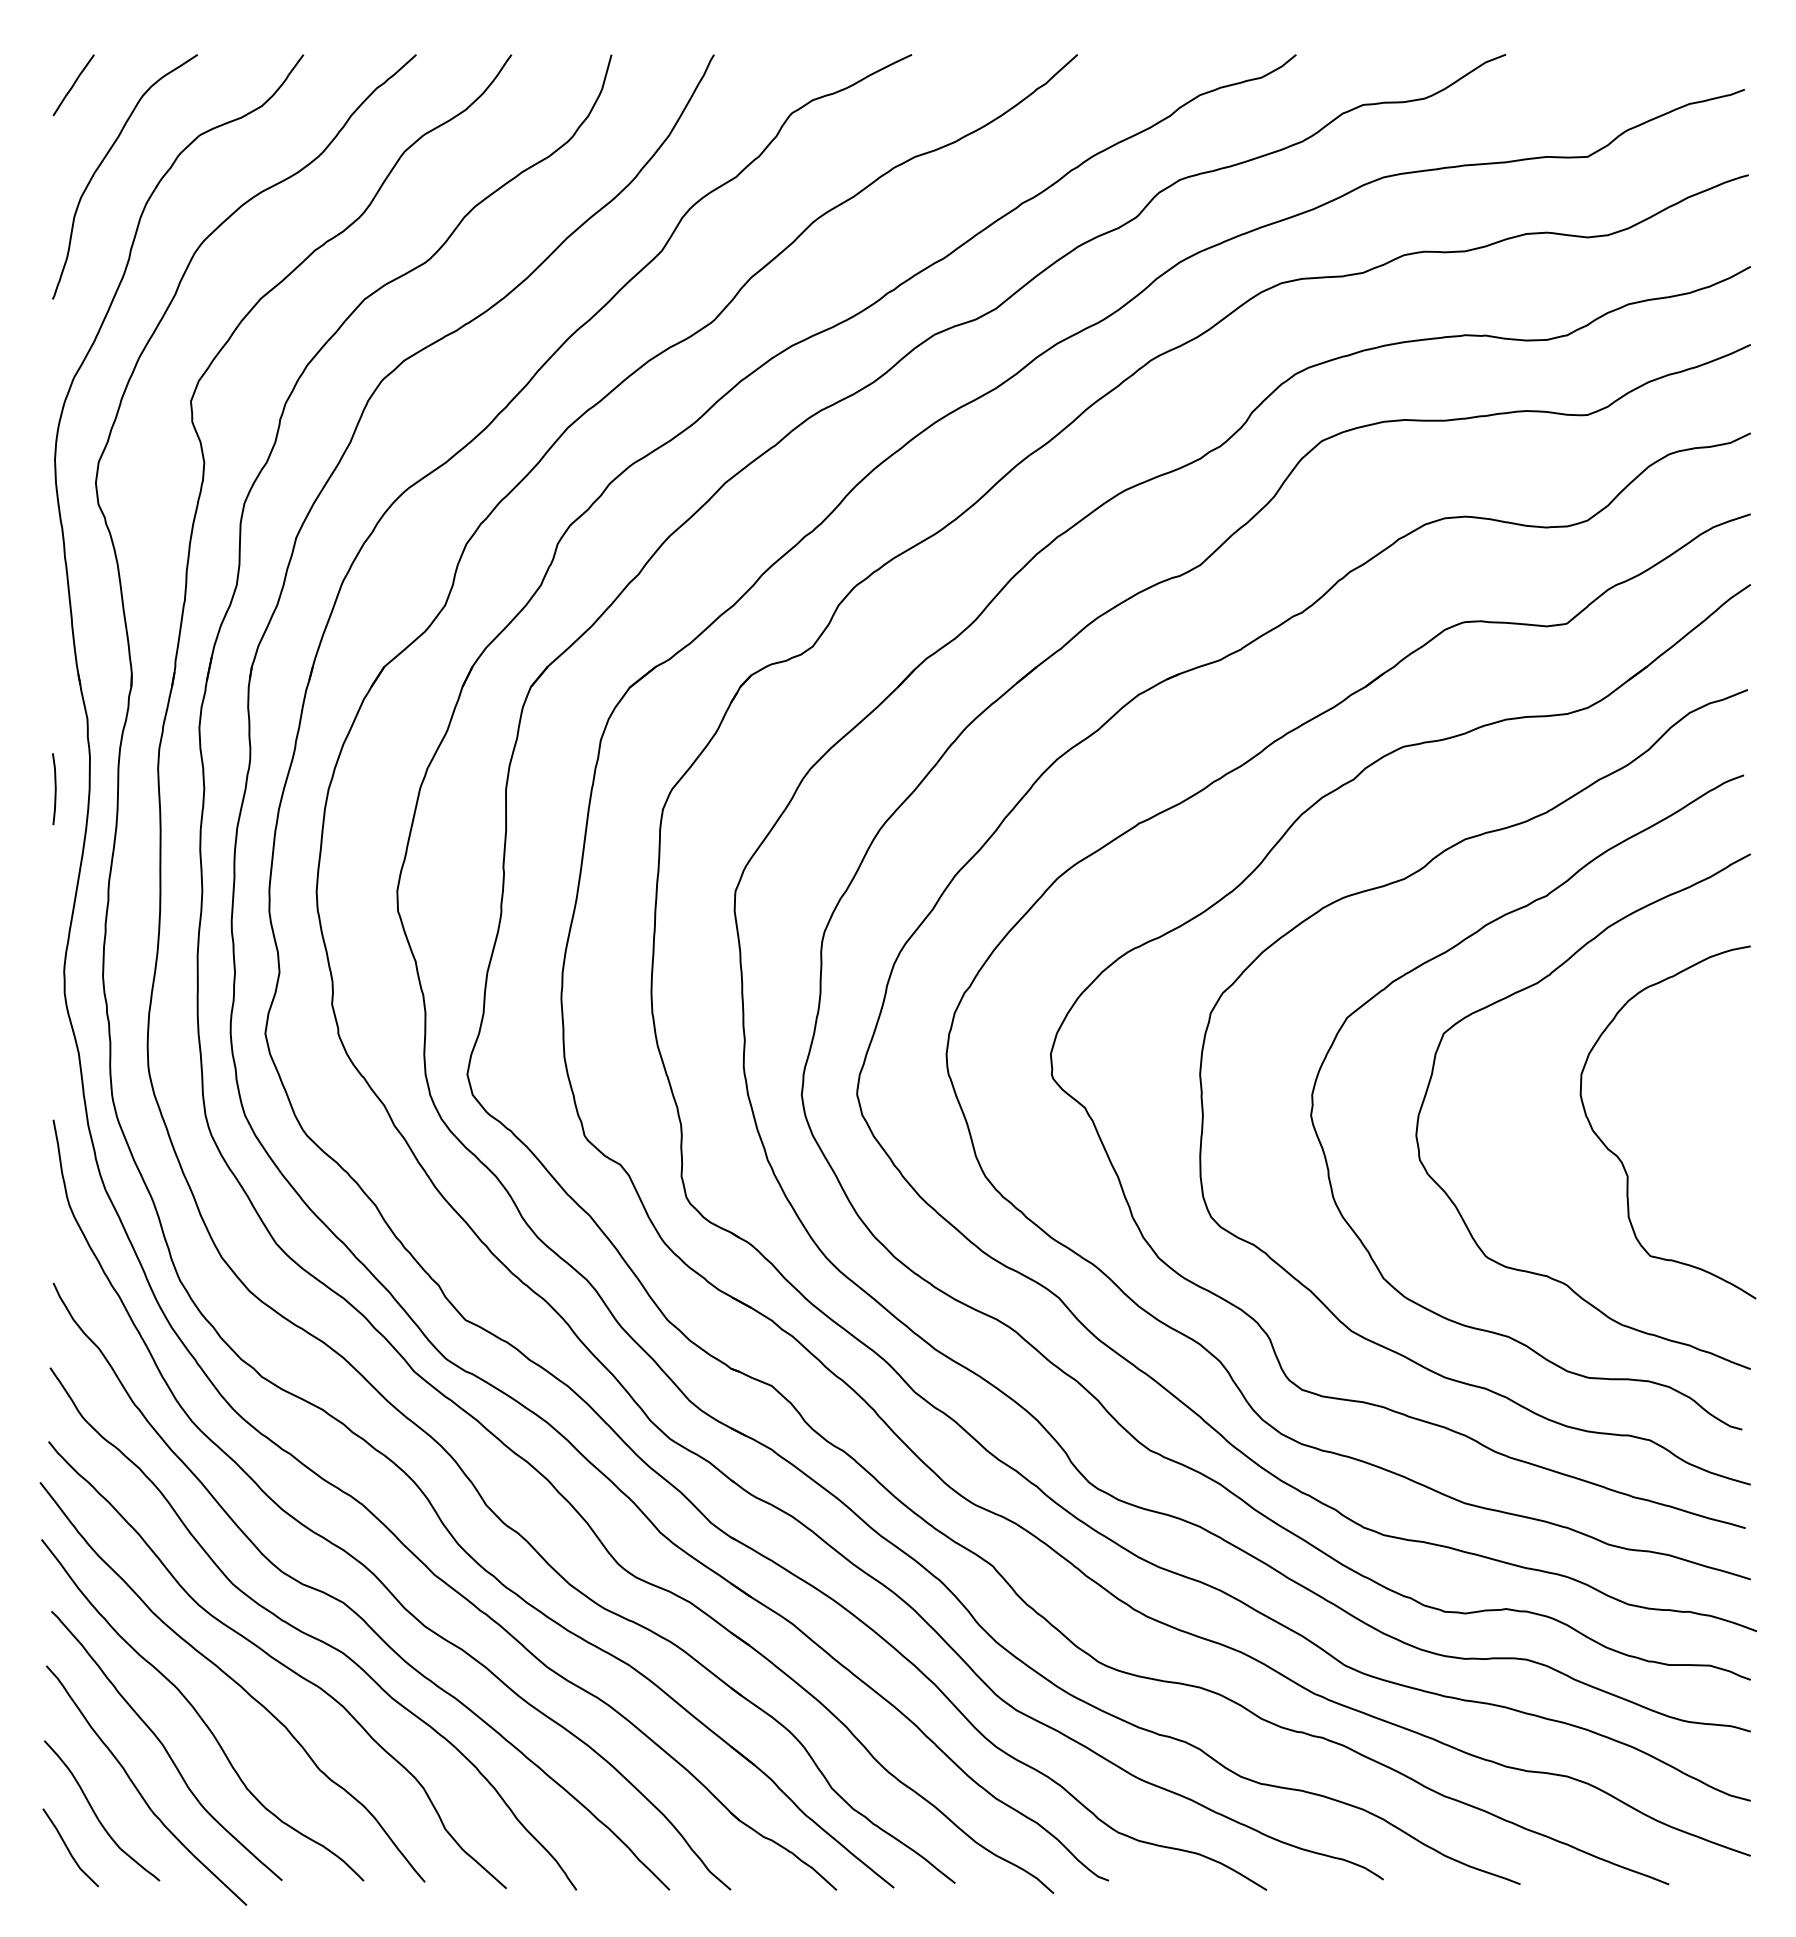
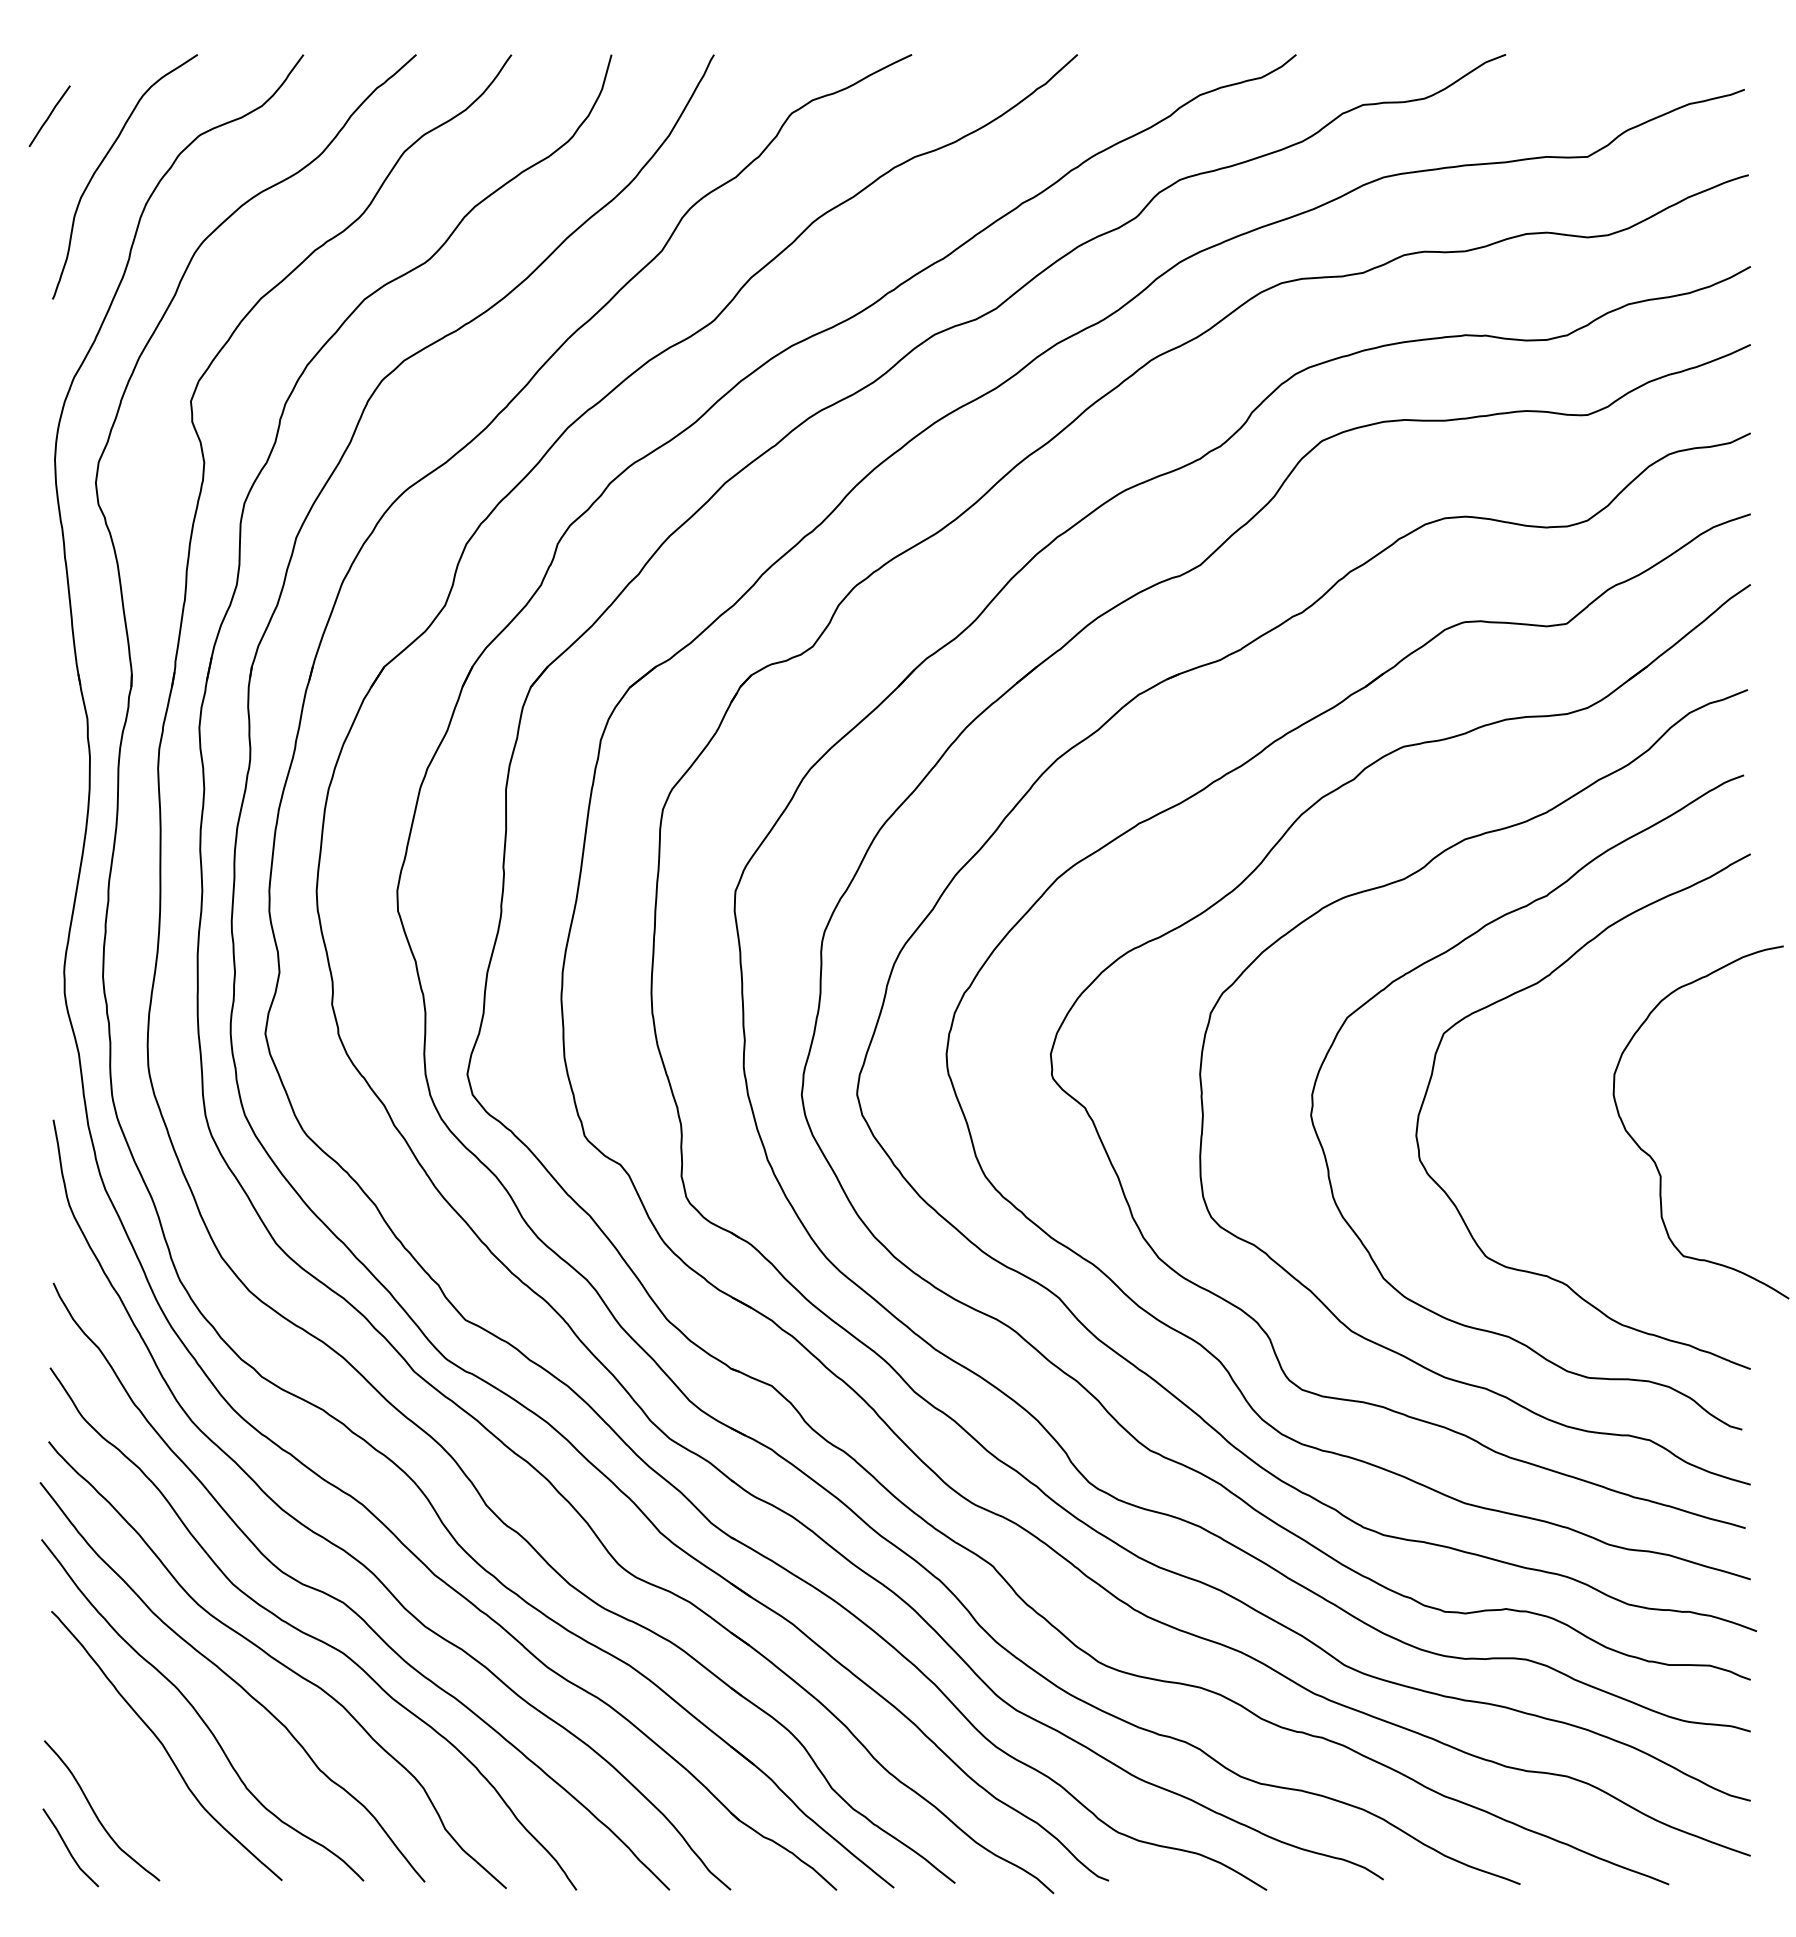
line at (73, 84) position: (73, 84) -> (49, 115)
line at (54, 789): present -> none
curve at (1619, 1157) position: (1619, 1157) -> (1652, 1157)
curve at (138, 1789): present -> none
